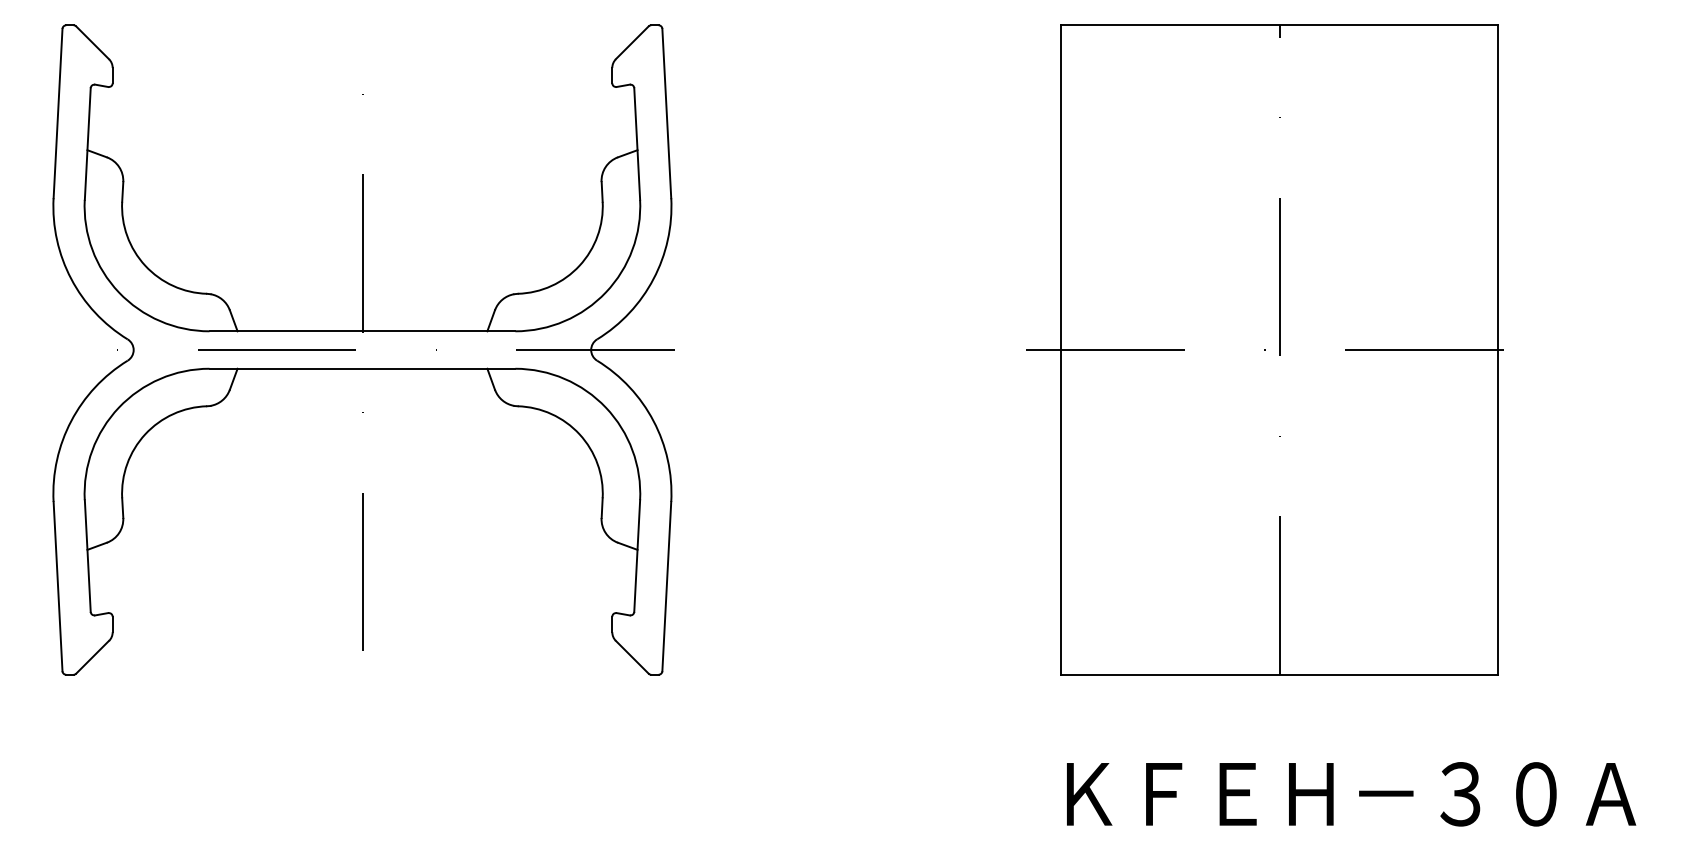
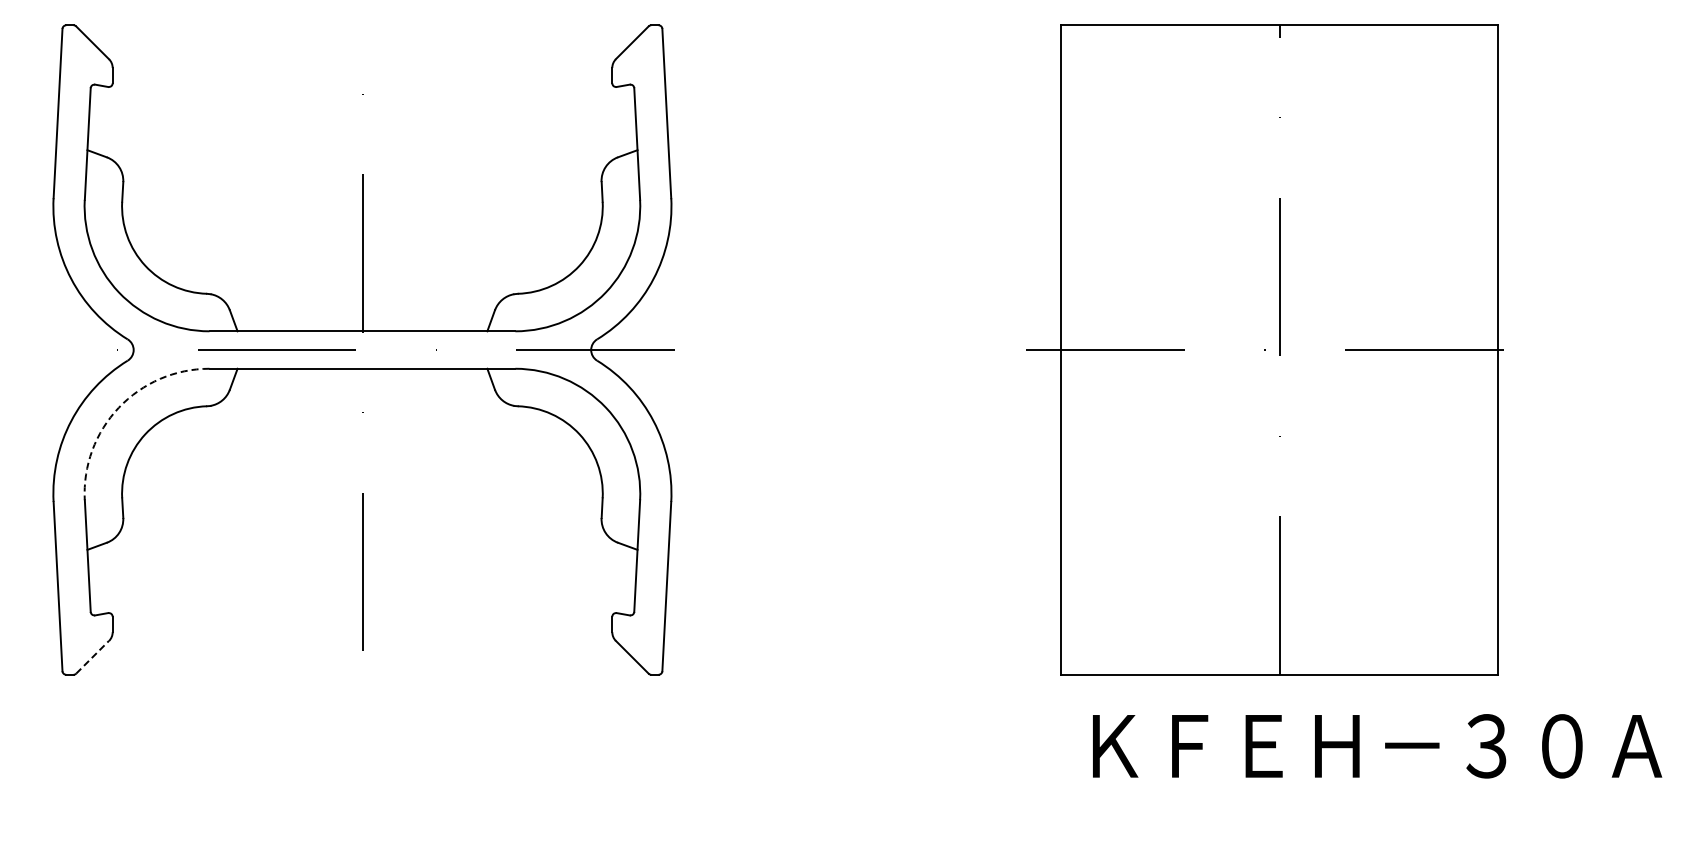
arc at (118, 407): solid -> dashed
line at (92, 656): solid -> dashed
text at (1351, 794) position: (1351, 794) -> (1377, 746)
